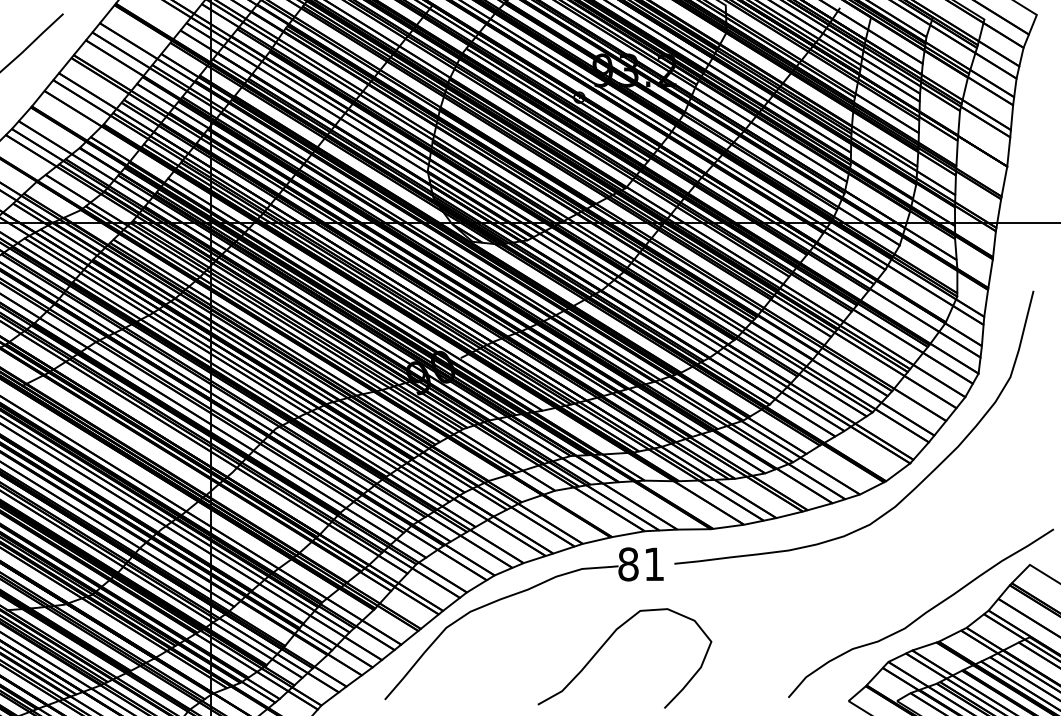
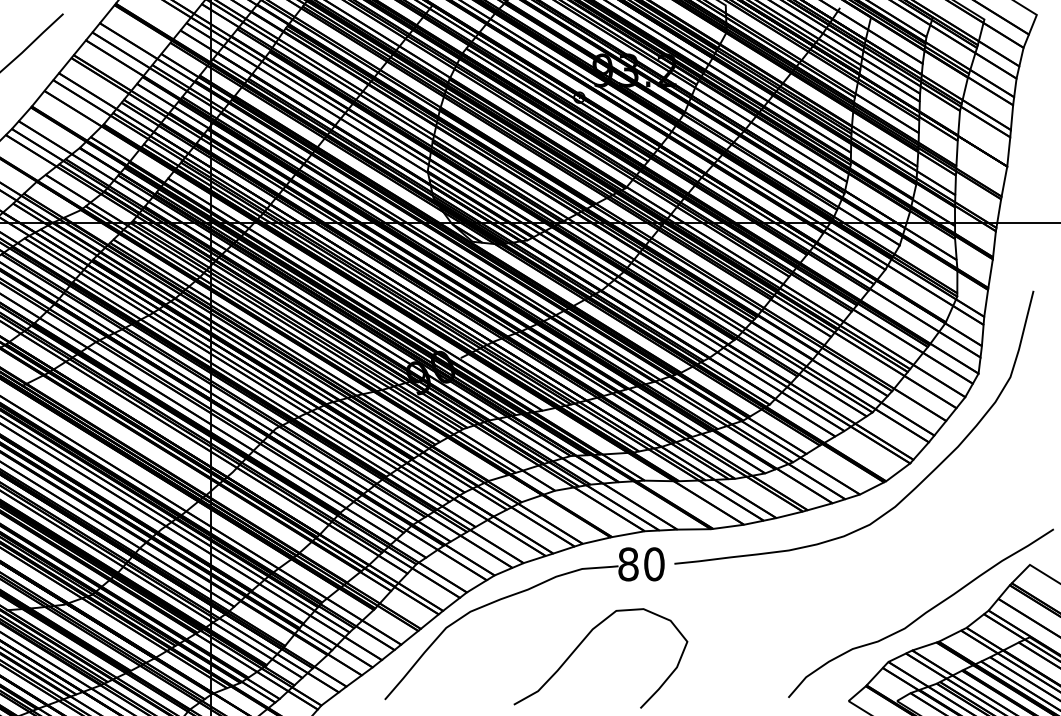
text at (654, 564): 81 -> 80
curve at (605, 644) position: (605, 644) -> (581, 644)
